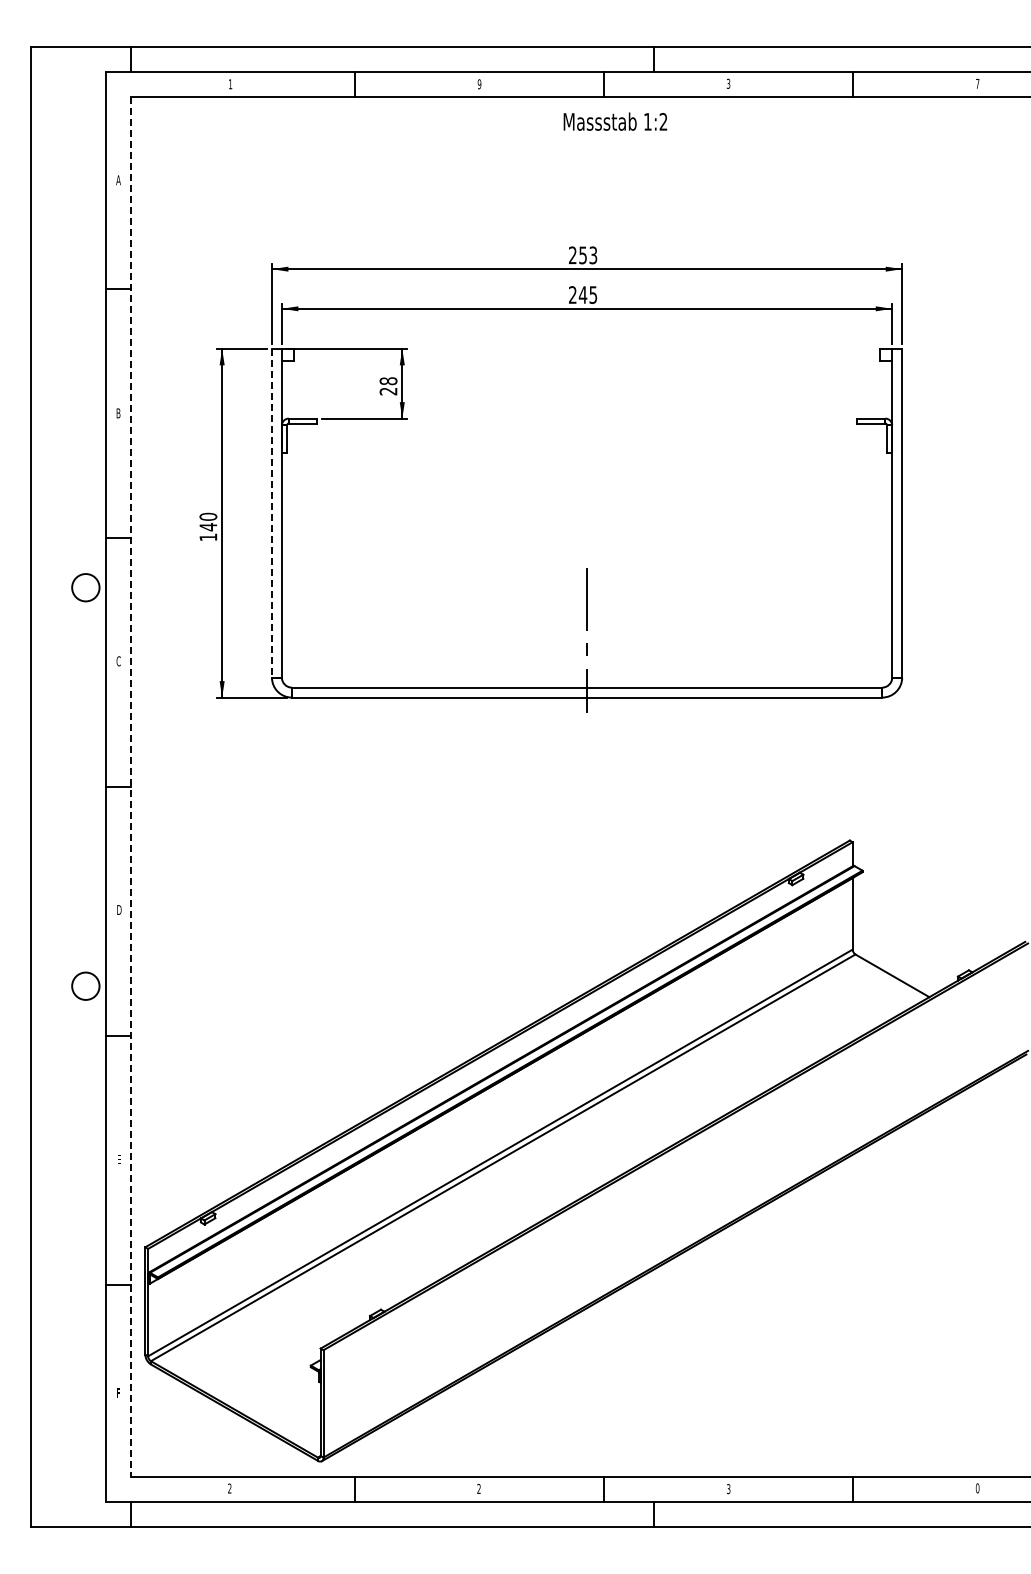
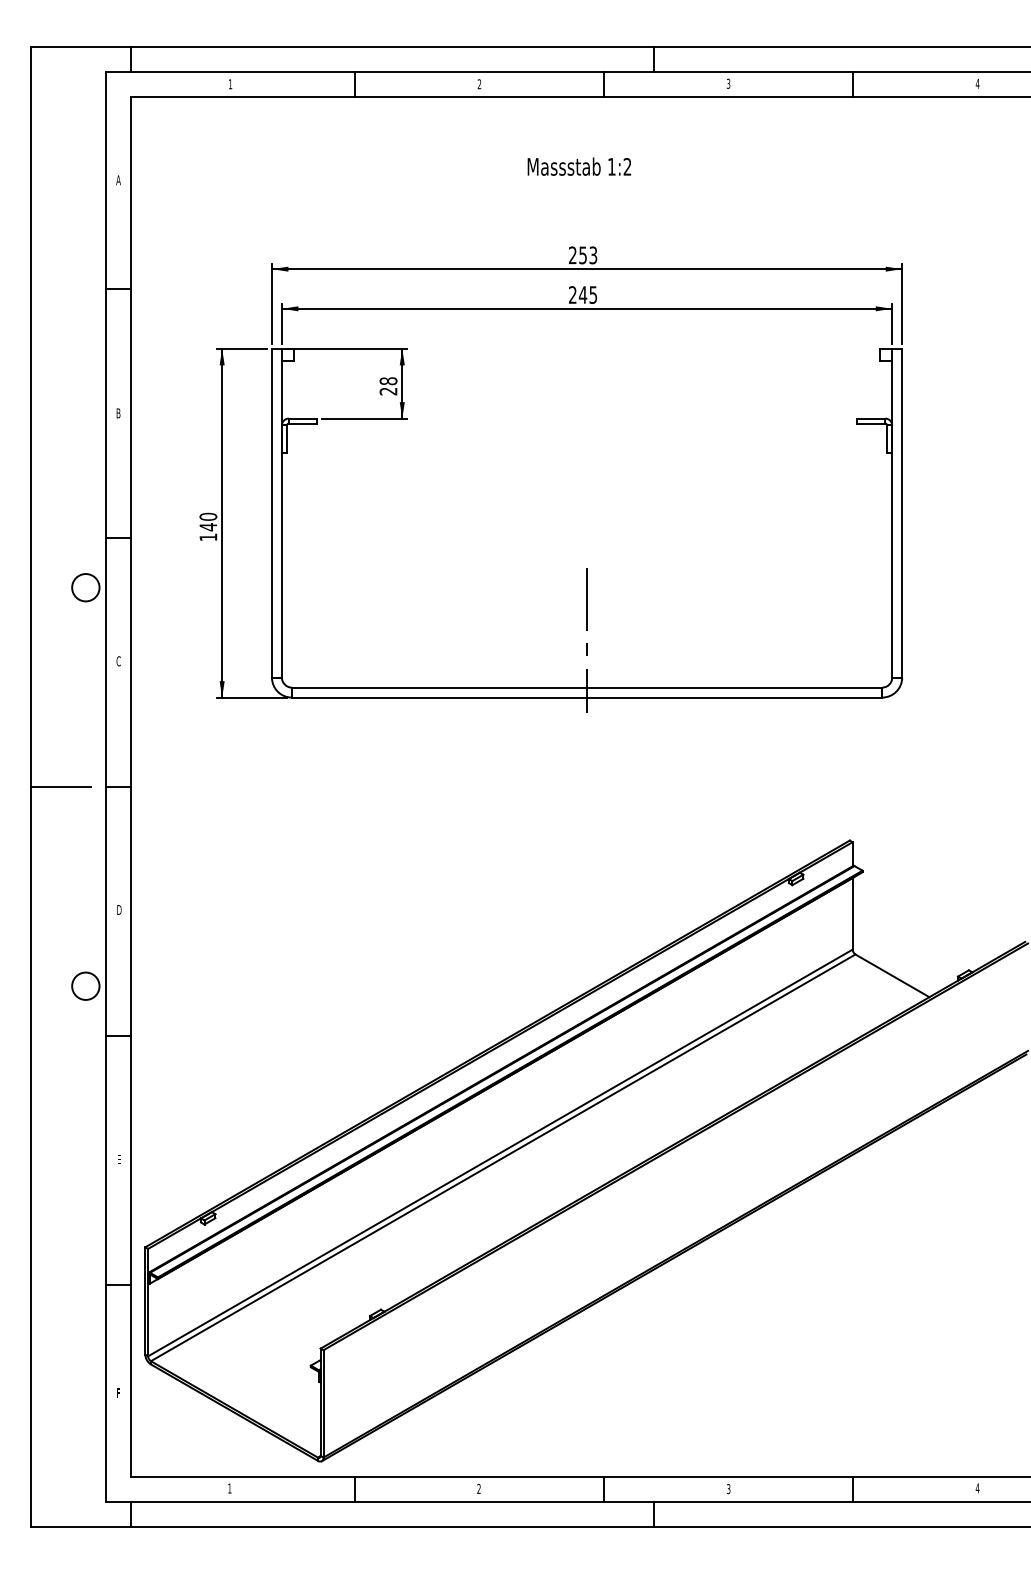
text at (977, 83): 7 -> 4
text at (479, 84): 9 -> 2
text at (615, 121) position: (615, 121) -> (579, 166)
line at (271, 513): dashed -> solid
line at (60, 787): none -> present
line at (130, 787): dashed -> solid
text at (229, 1488): 2 -> 1
text at (977, 1488): 0 -> 4
